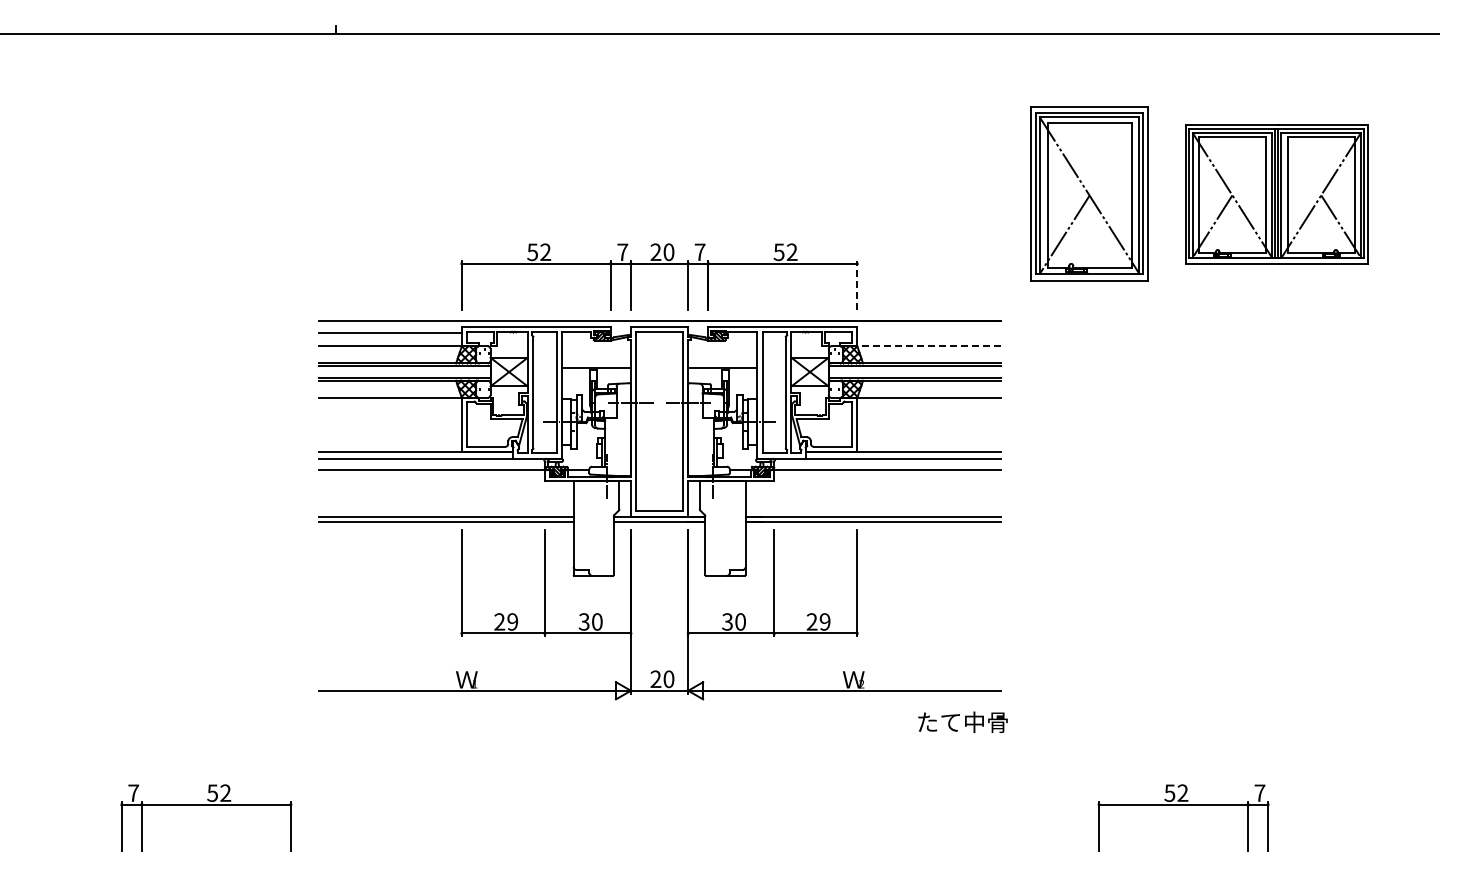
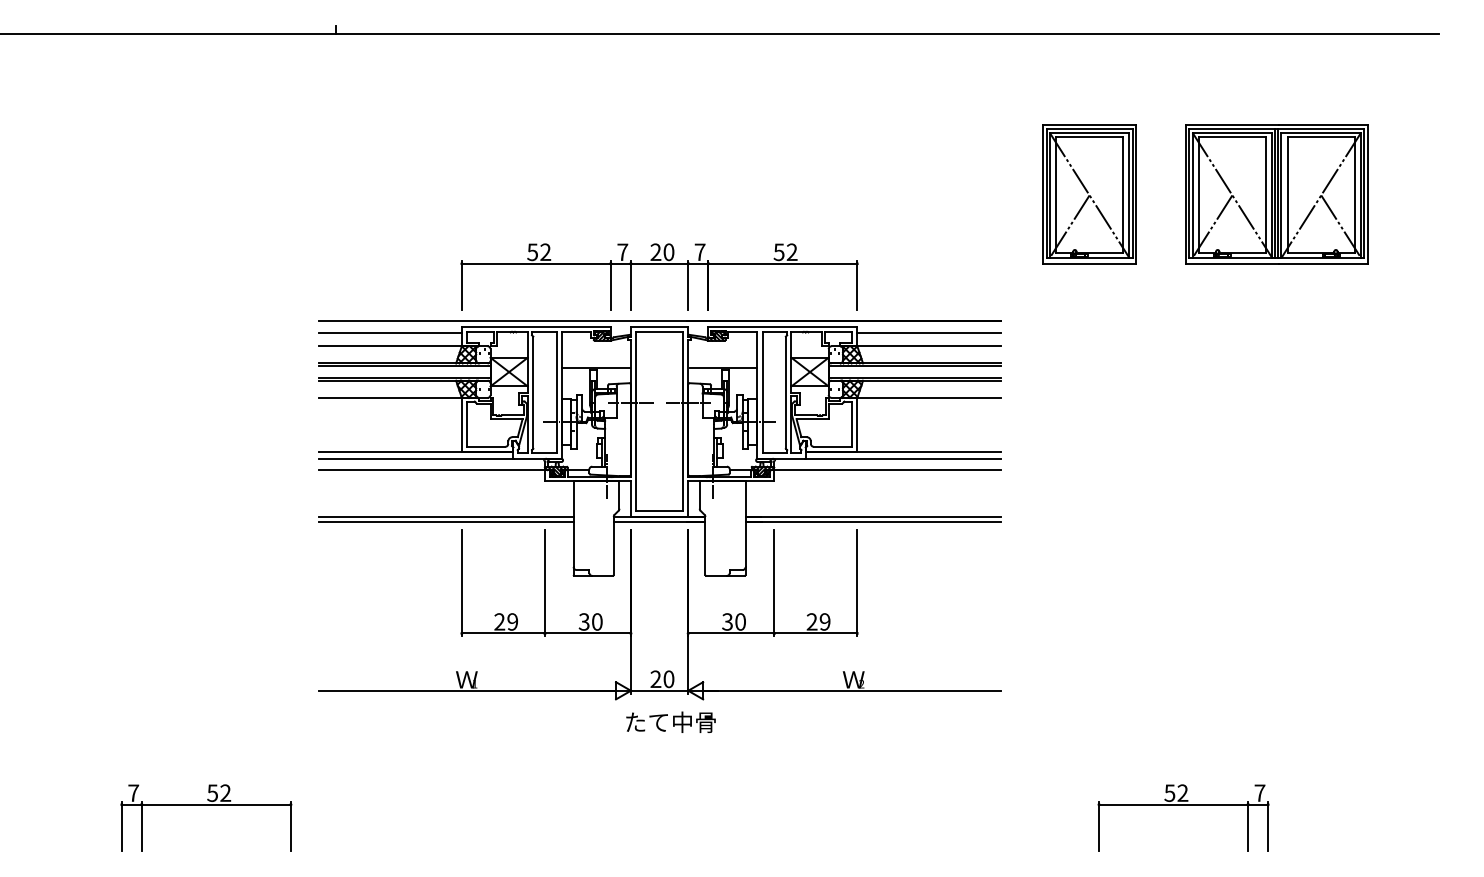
part at (1089, 193) size: 119x176 px -> 95x141 px
line at (857, 284): dashed -> solid
line at (928, 333): none -> present
line at (927, 346): dashed -> solid
text at (962, 721) position: (962, 721) -> (670, 721)
